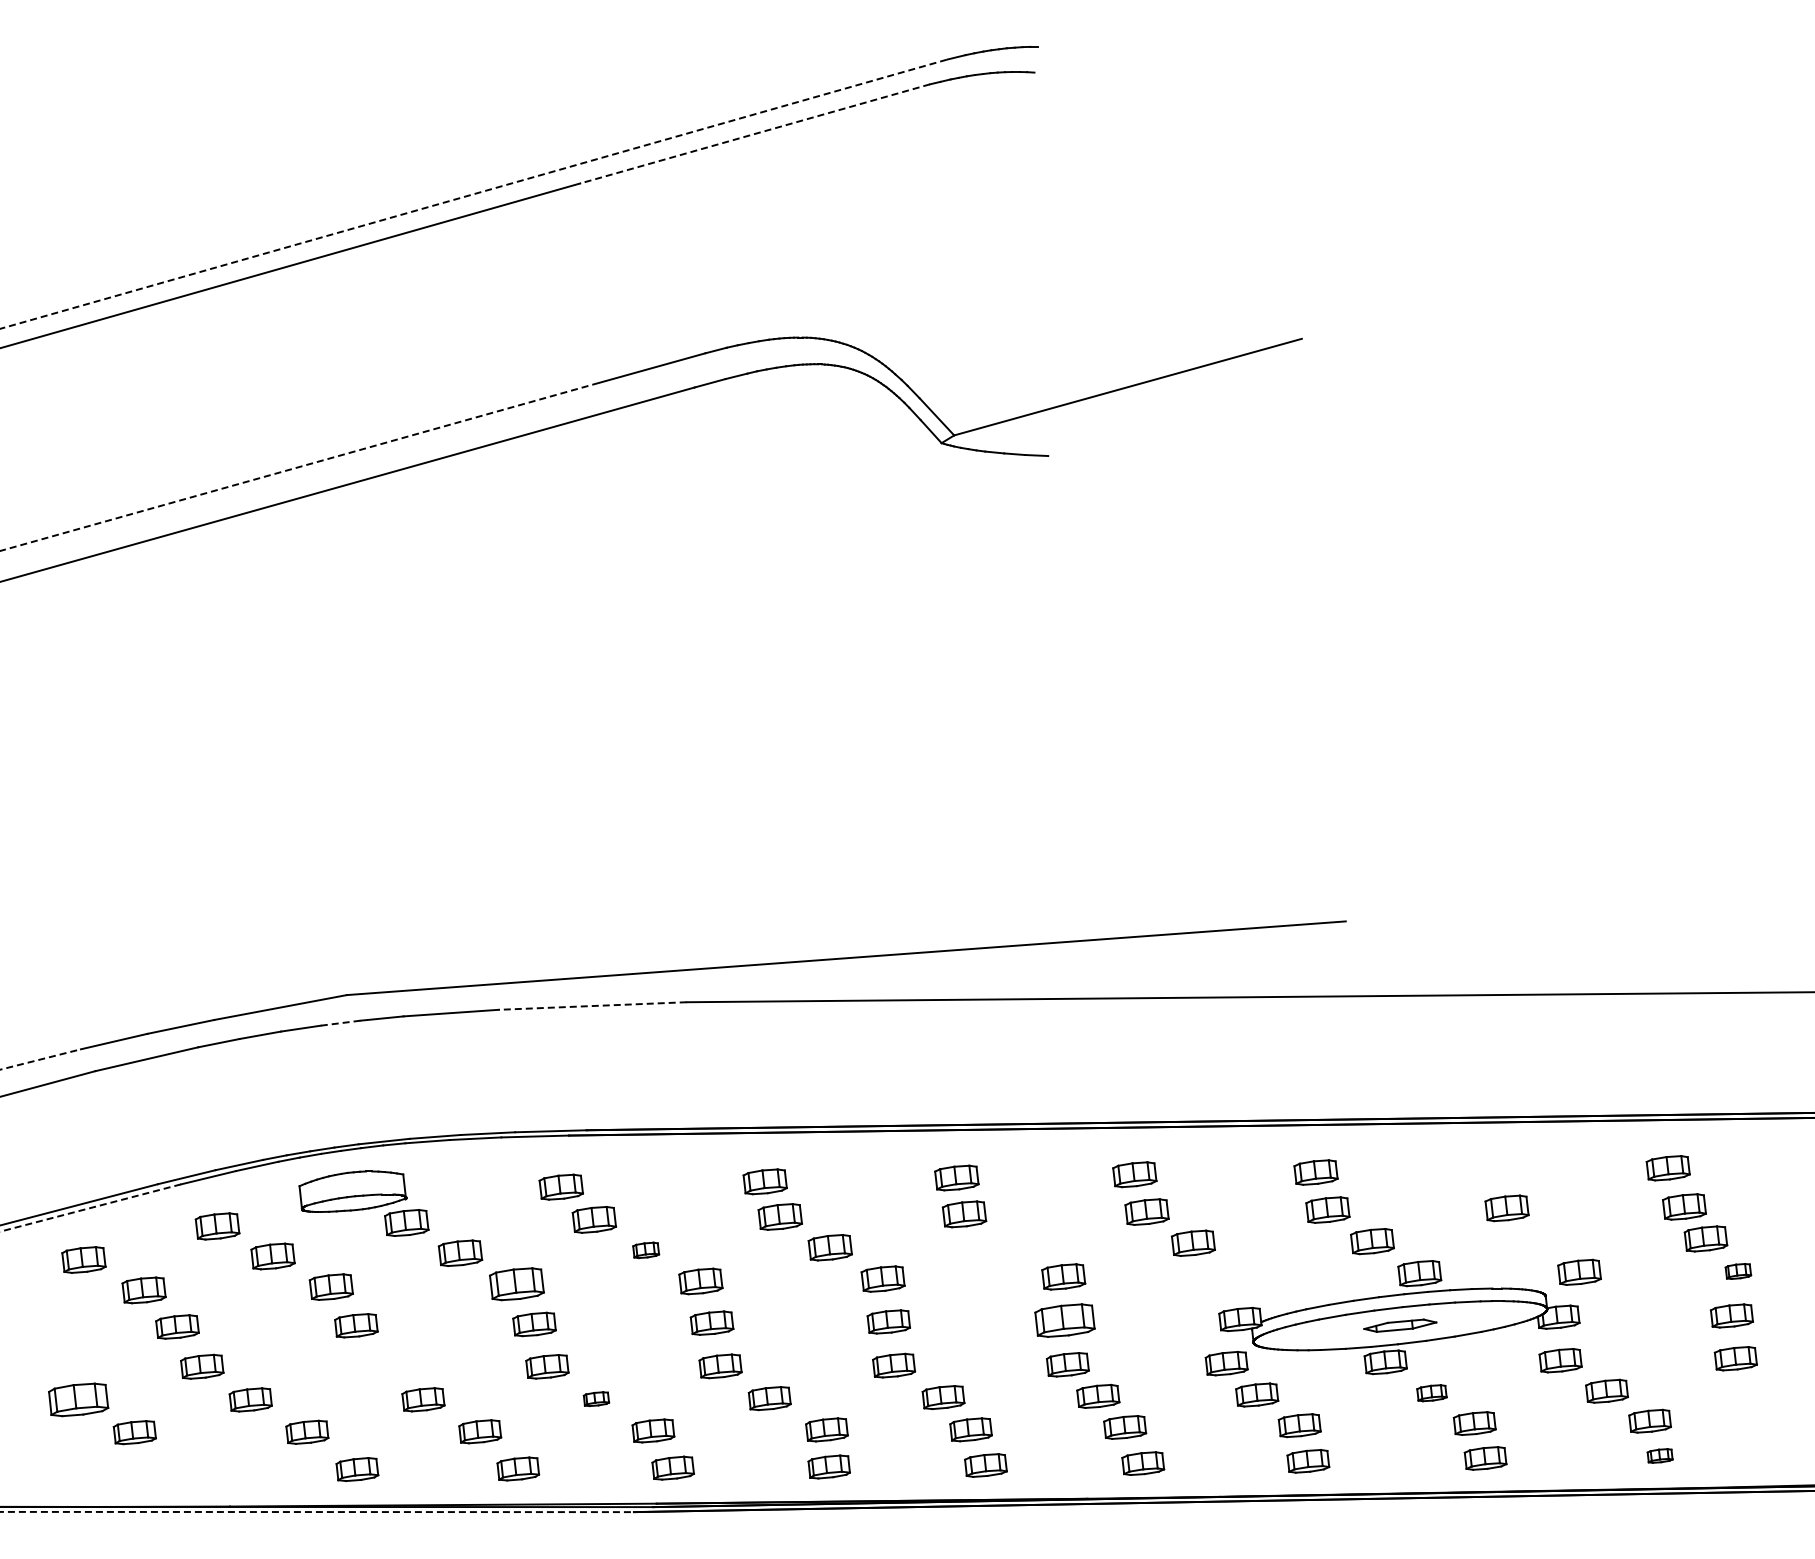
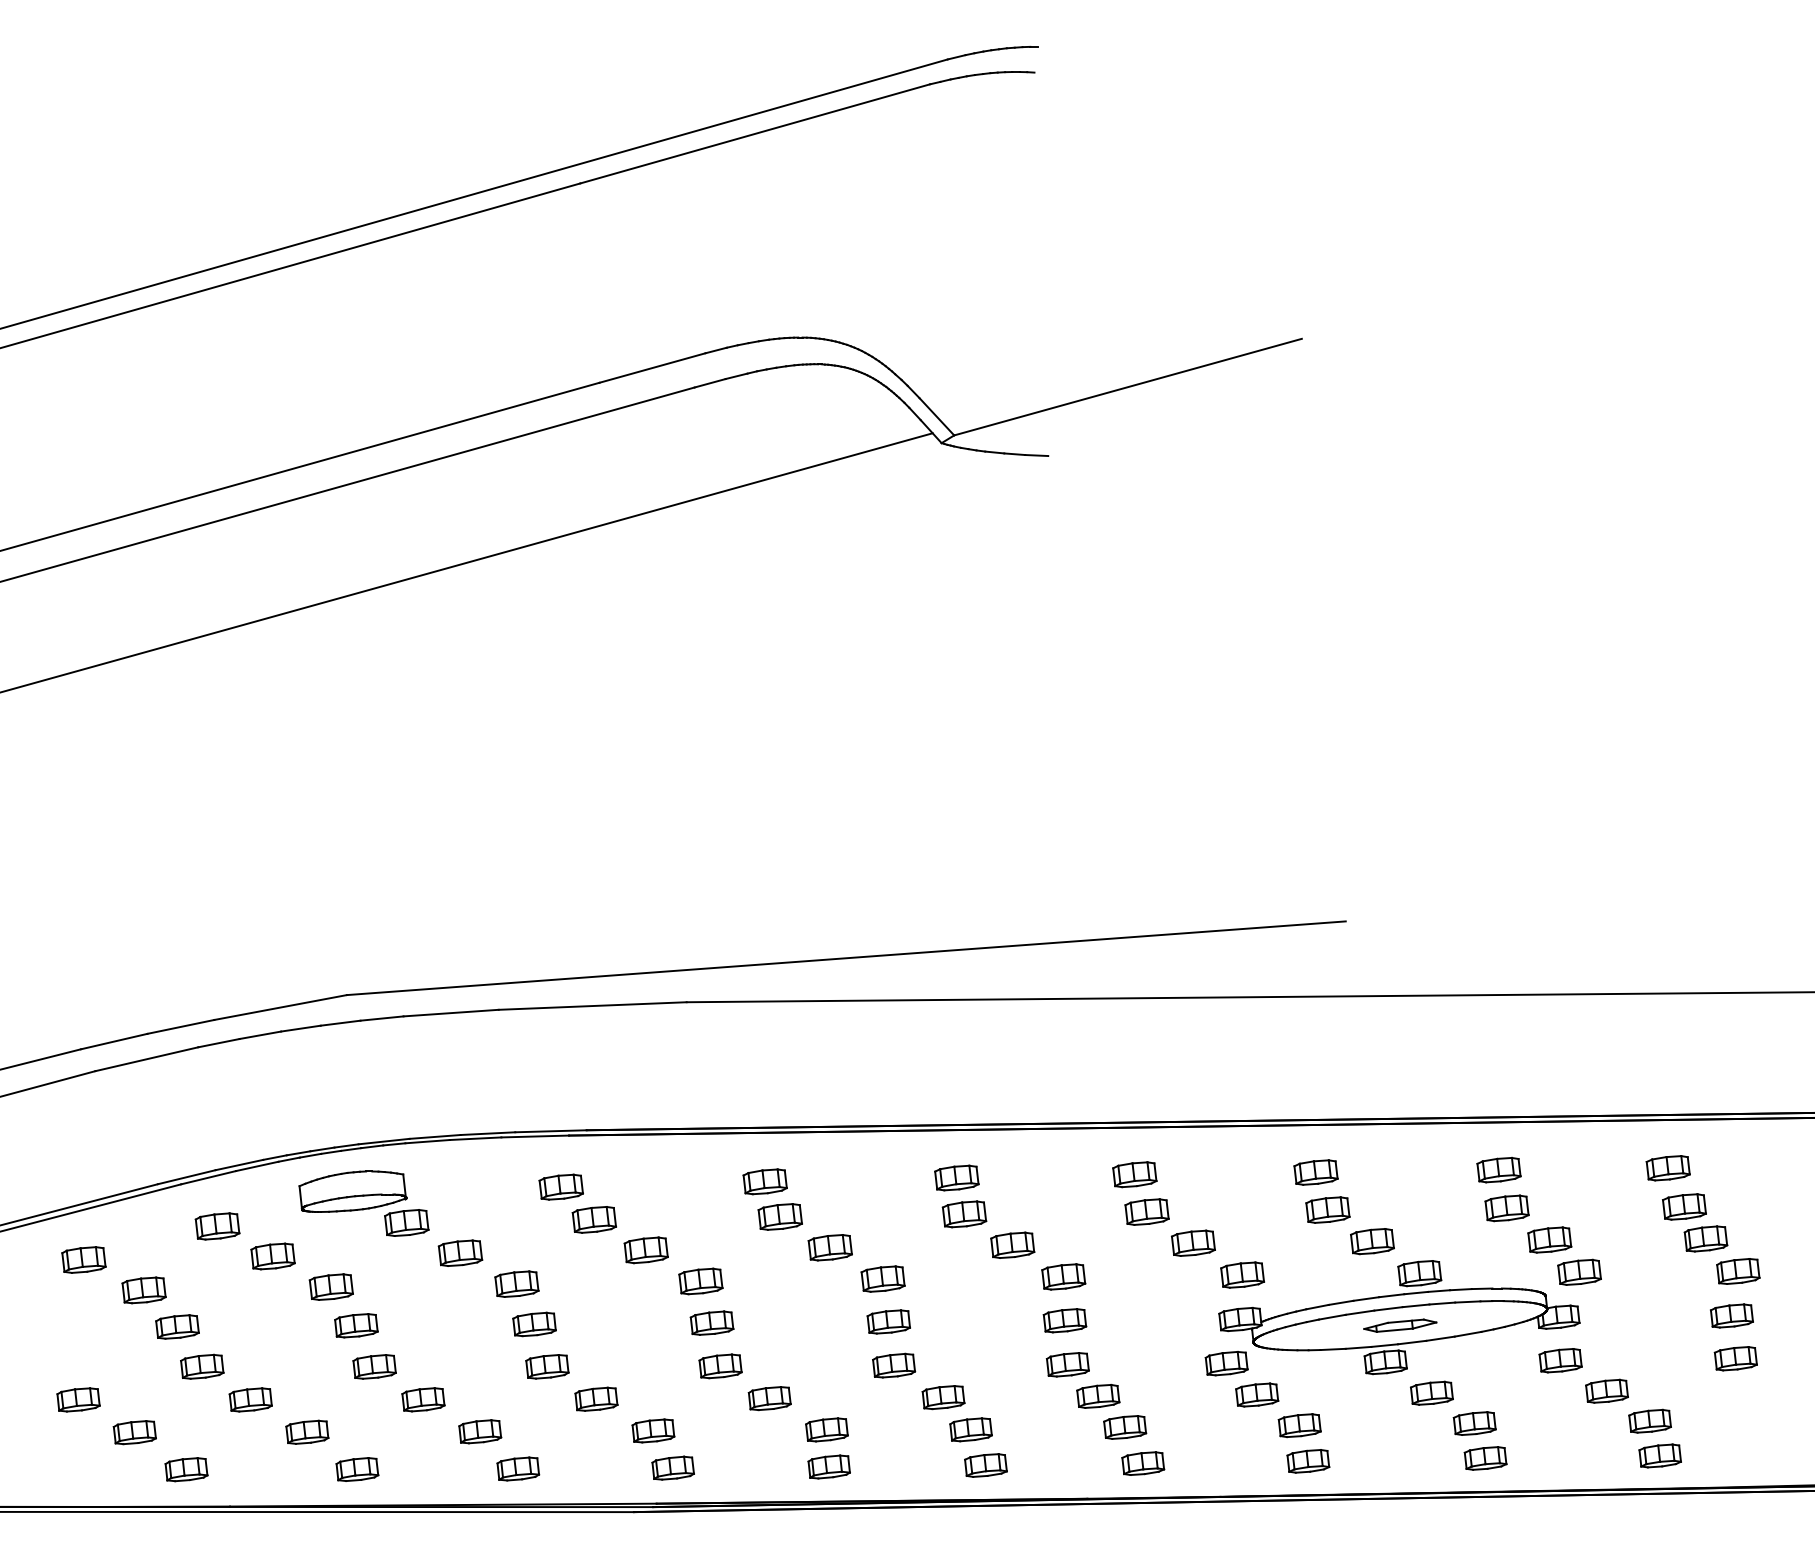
line at (755, 133): dashed -> solid
line at (474, 194): dashed -> solid
line at (300, 466): dashed -> solid
line at (467, 562): none -> present
line at (592, 1006): dashed -> solid
line at (340, 1023): dashed -> solid
line at (41, 1059): dashed -> solid
part at (1498, 1169): none -> present
line at (90, 1208): dashed -> solid
part at (1549, 1239): none -> present
part at (1012, 1244): none -> present
part at (646, 1250) size: 29x19 px -> 46x29 px
part at (1738, 1271) size: 29x17 px -> 45x27 px
part at (1242, 1274): none -> present
part at (516, 1284) size: 56x35 px -> 46x28 px
part at (1064, 1320) size: 62x35 px -> 46x26 px
part at (374, 1366): none -> present
part at (1431, 1393) size: 32x19 px -> 44x26 px
part at (78, 1399) size: 62x36 px -> 45x26 px
part at (596, 1399) size: 29x17 px -> 45x26 px
part at (1659, 1455) size: 28x16 px -> 44x26 px
part at (186, 1469): none -> present
line at (317, 1512): dashed -> solid
